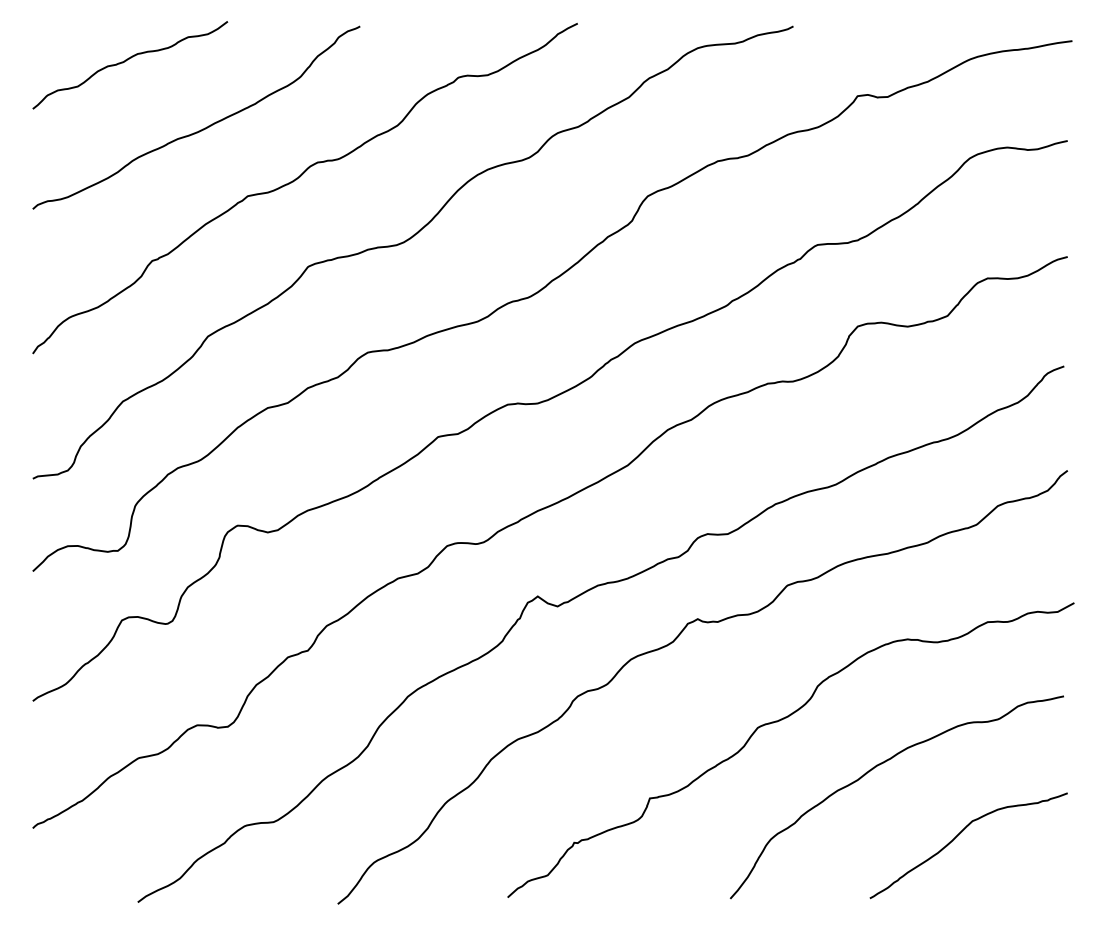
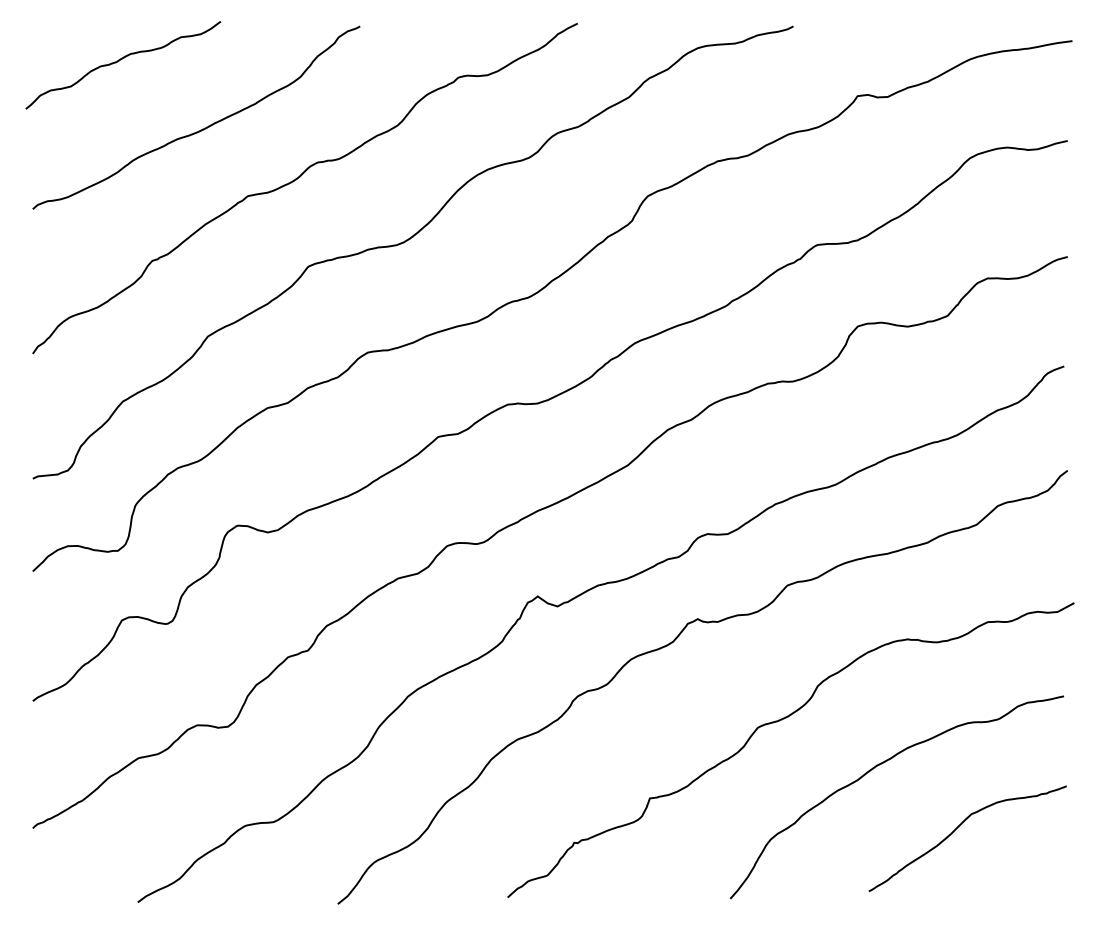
curve at (126, 61) position: (126, 61) -> (119, 61)
curve at (958, 835) position: (958, 835) -> (957, 828)
